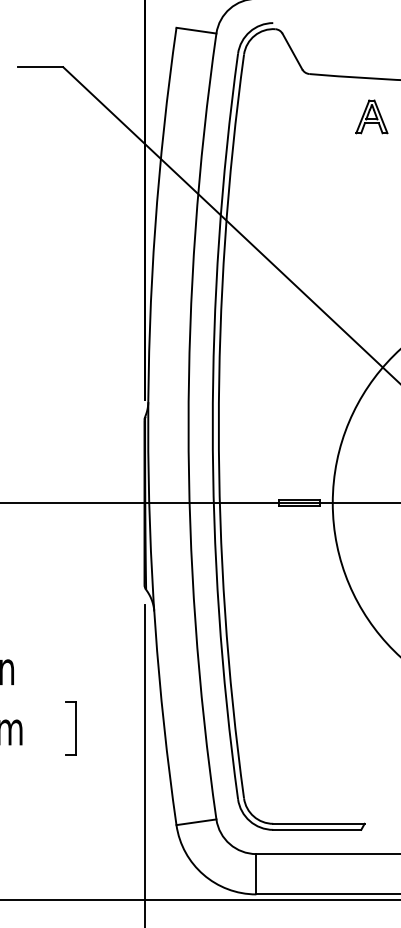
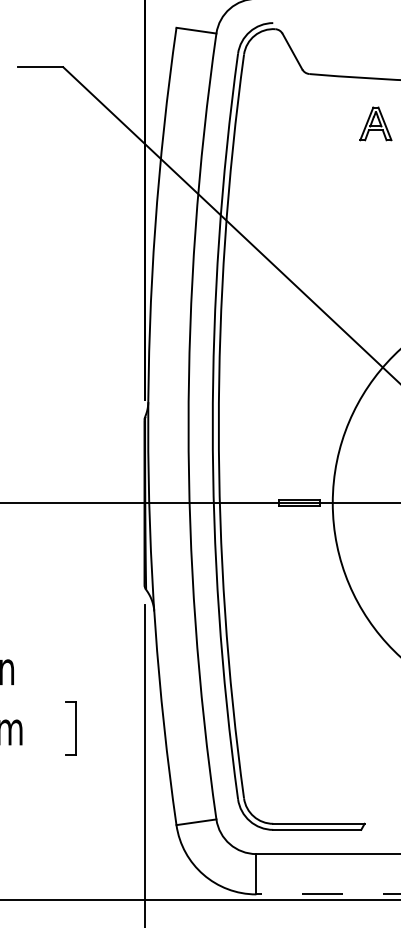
part at (371, 116) position: (371, 116) -> (375, 123)
line at (328, 894): solid -> dashed
